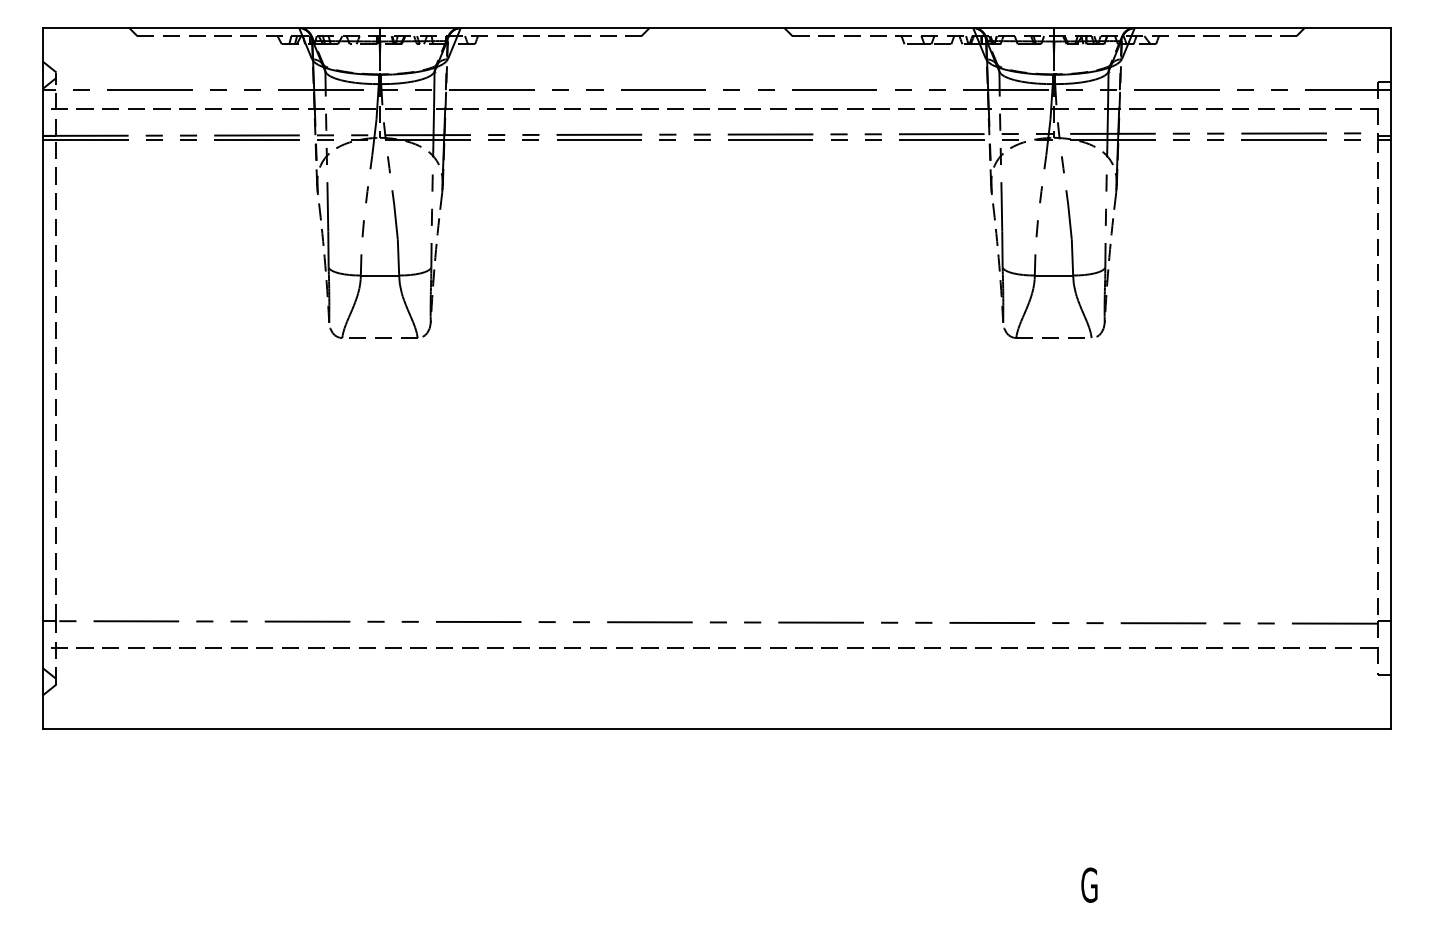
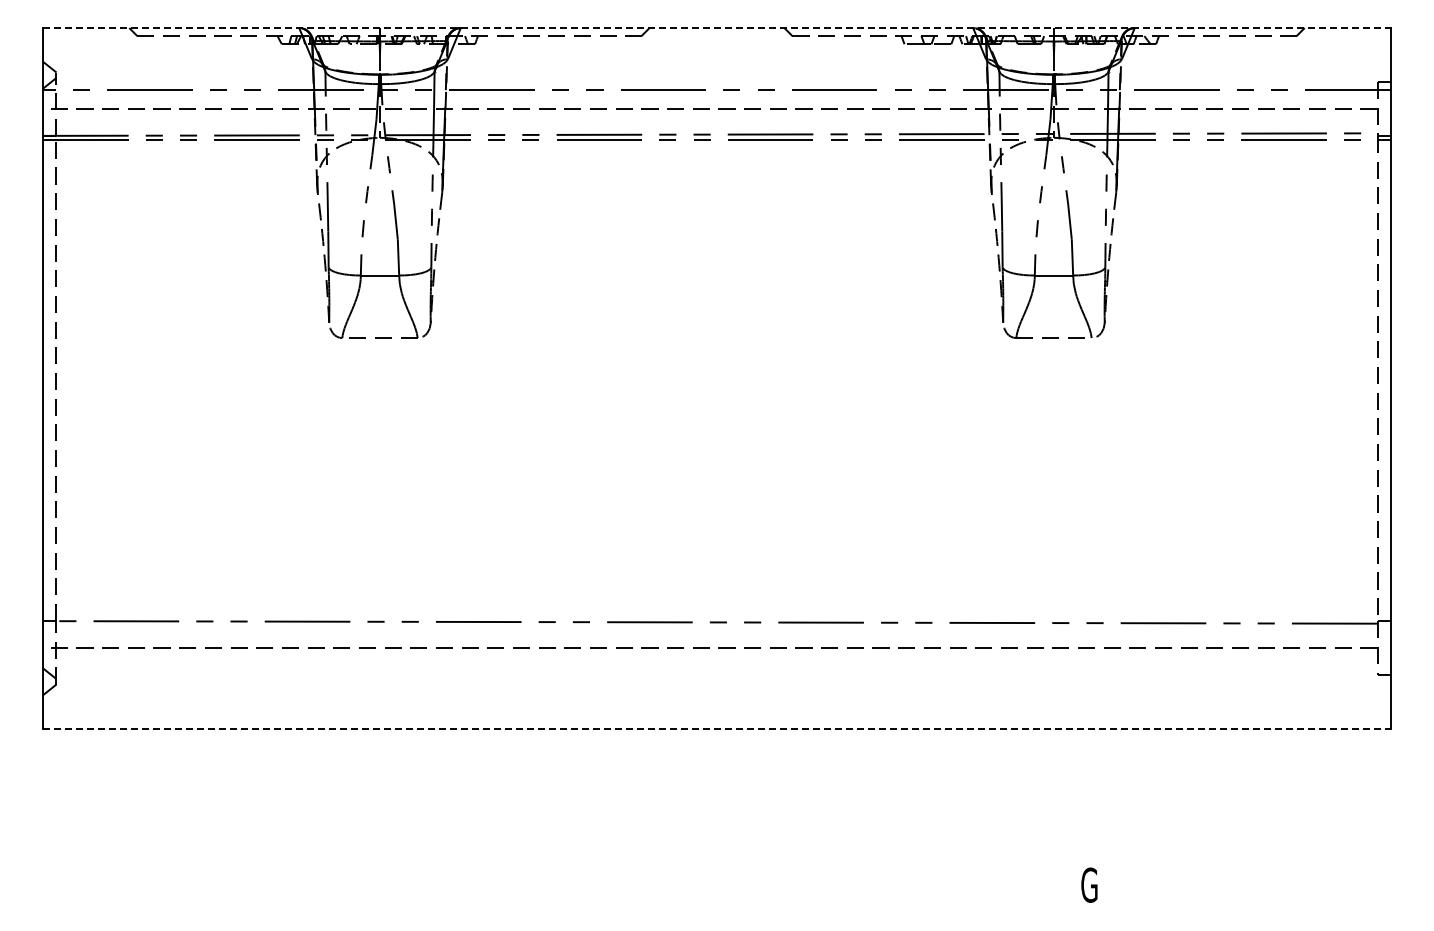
line at (716, 28): solid -> dashed
line at (716, 728): solid -> dashed
